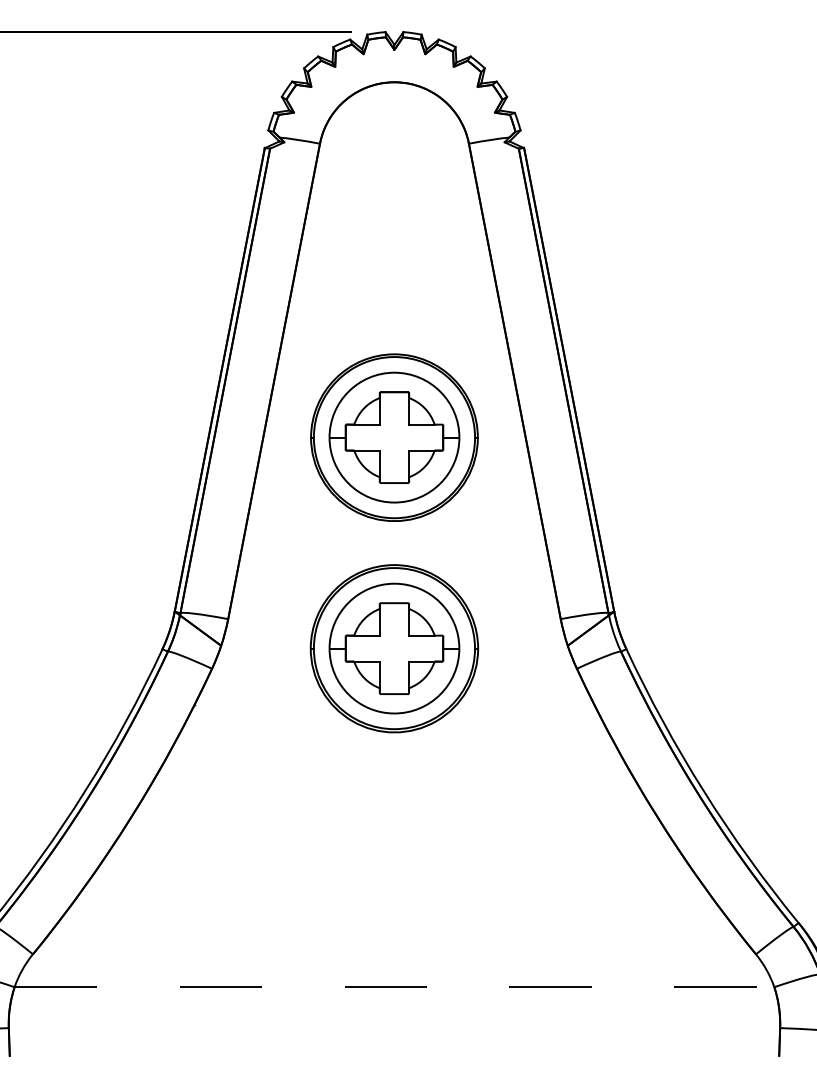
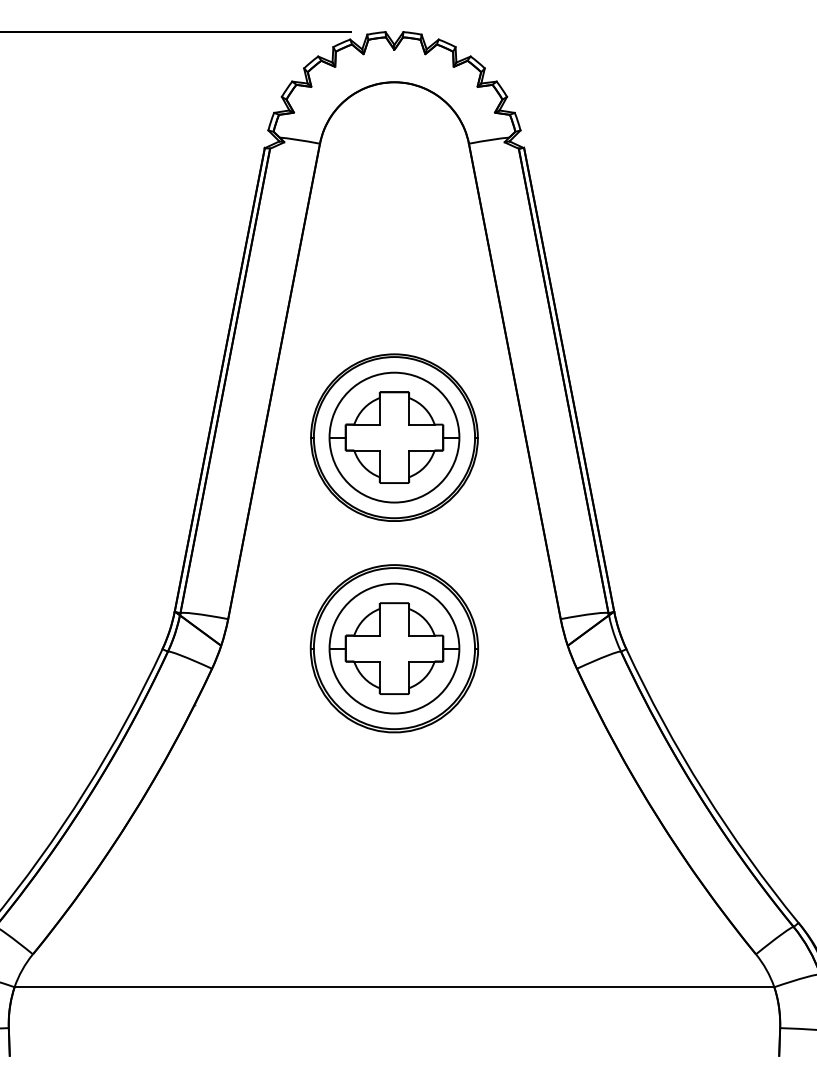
line at (394, 987): dashed -> solid
